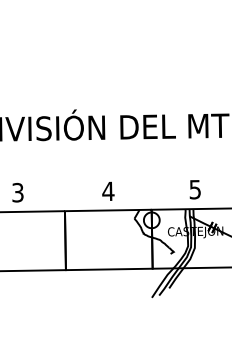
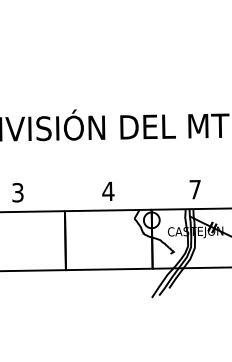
text at (194, 189): 5 -> 7
